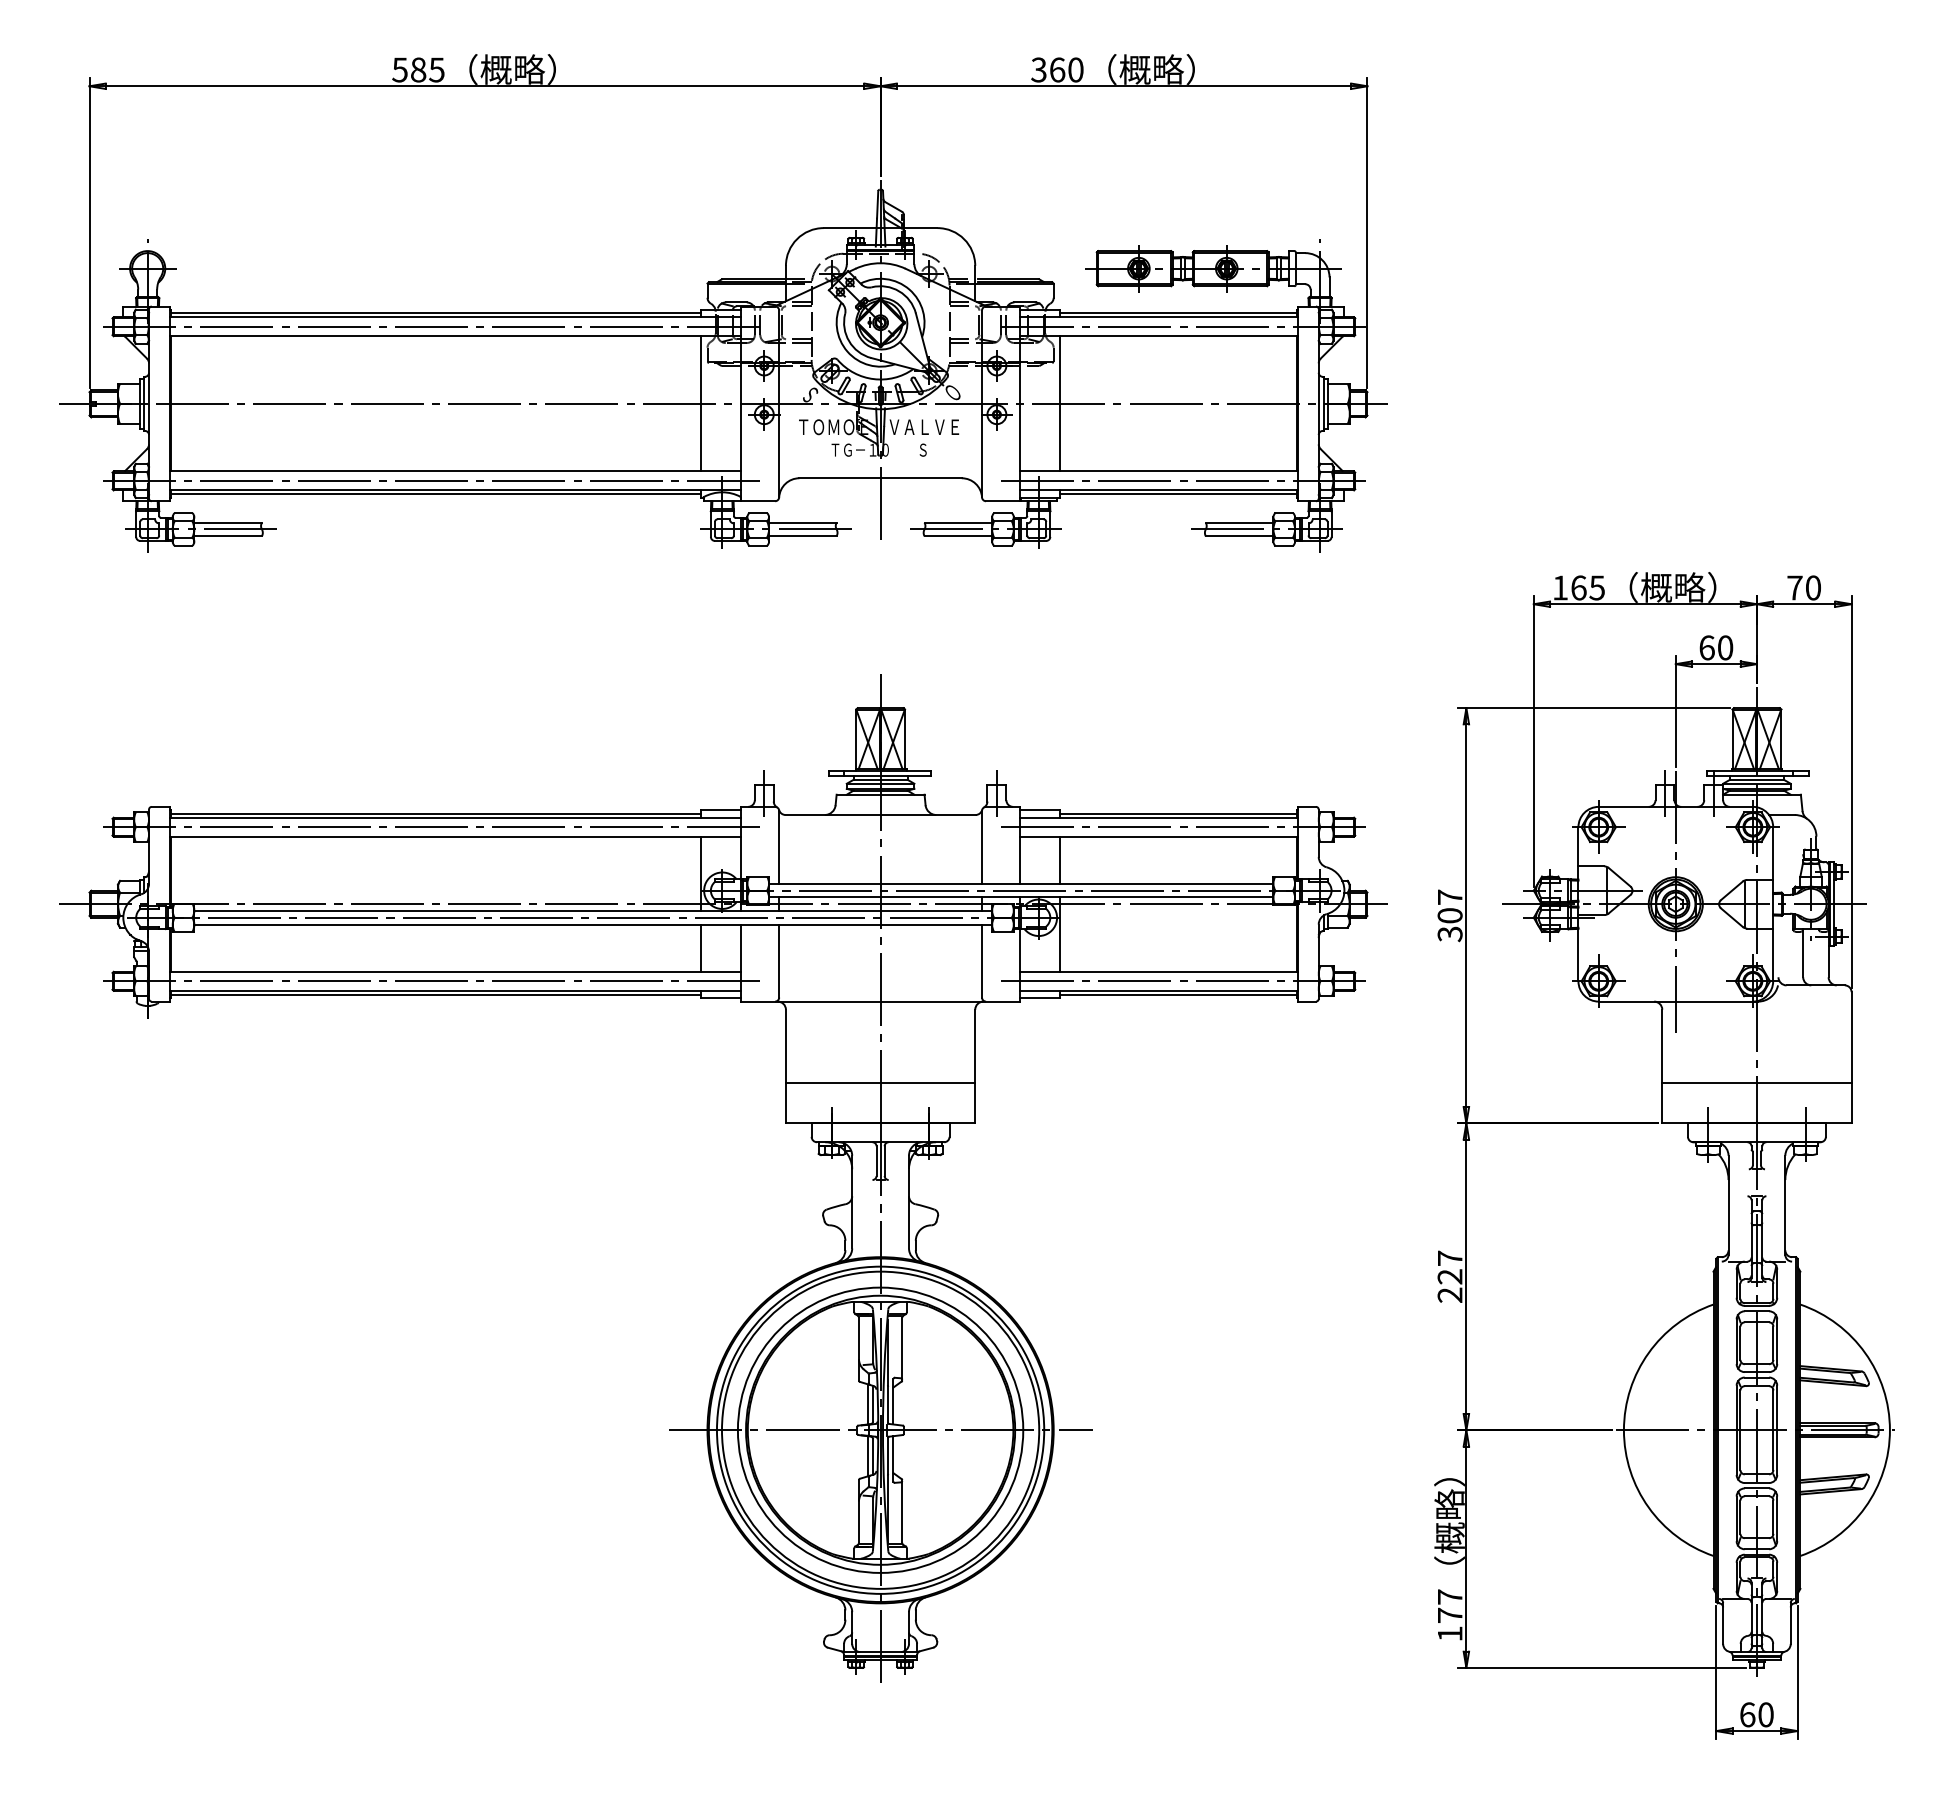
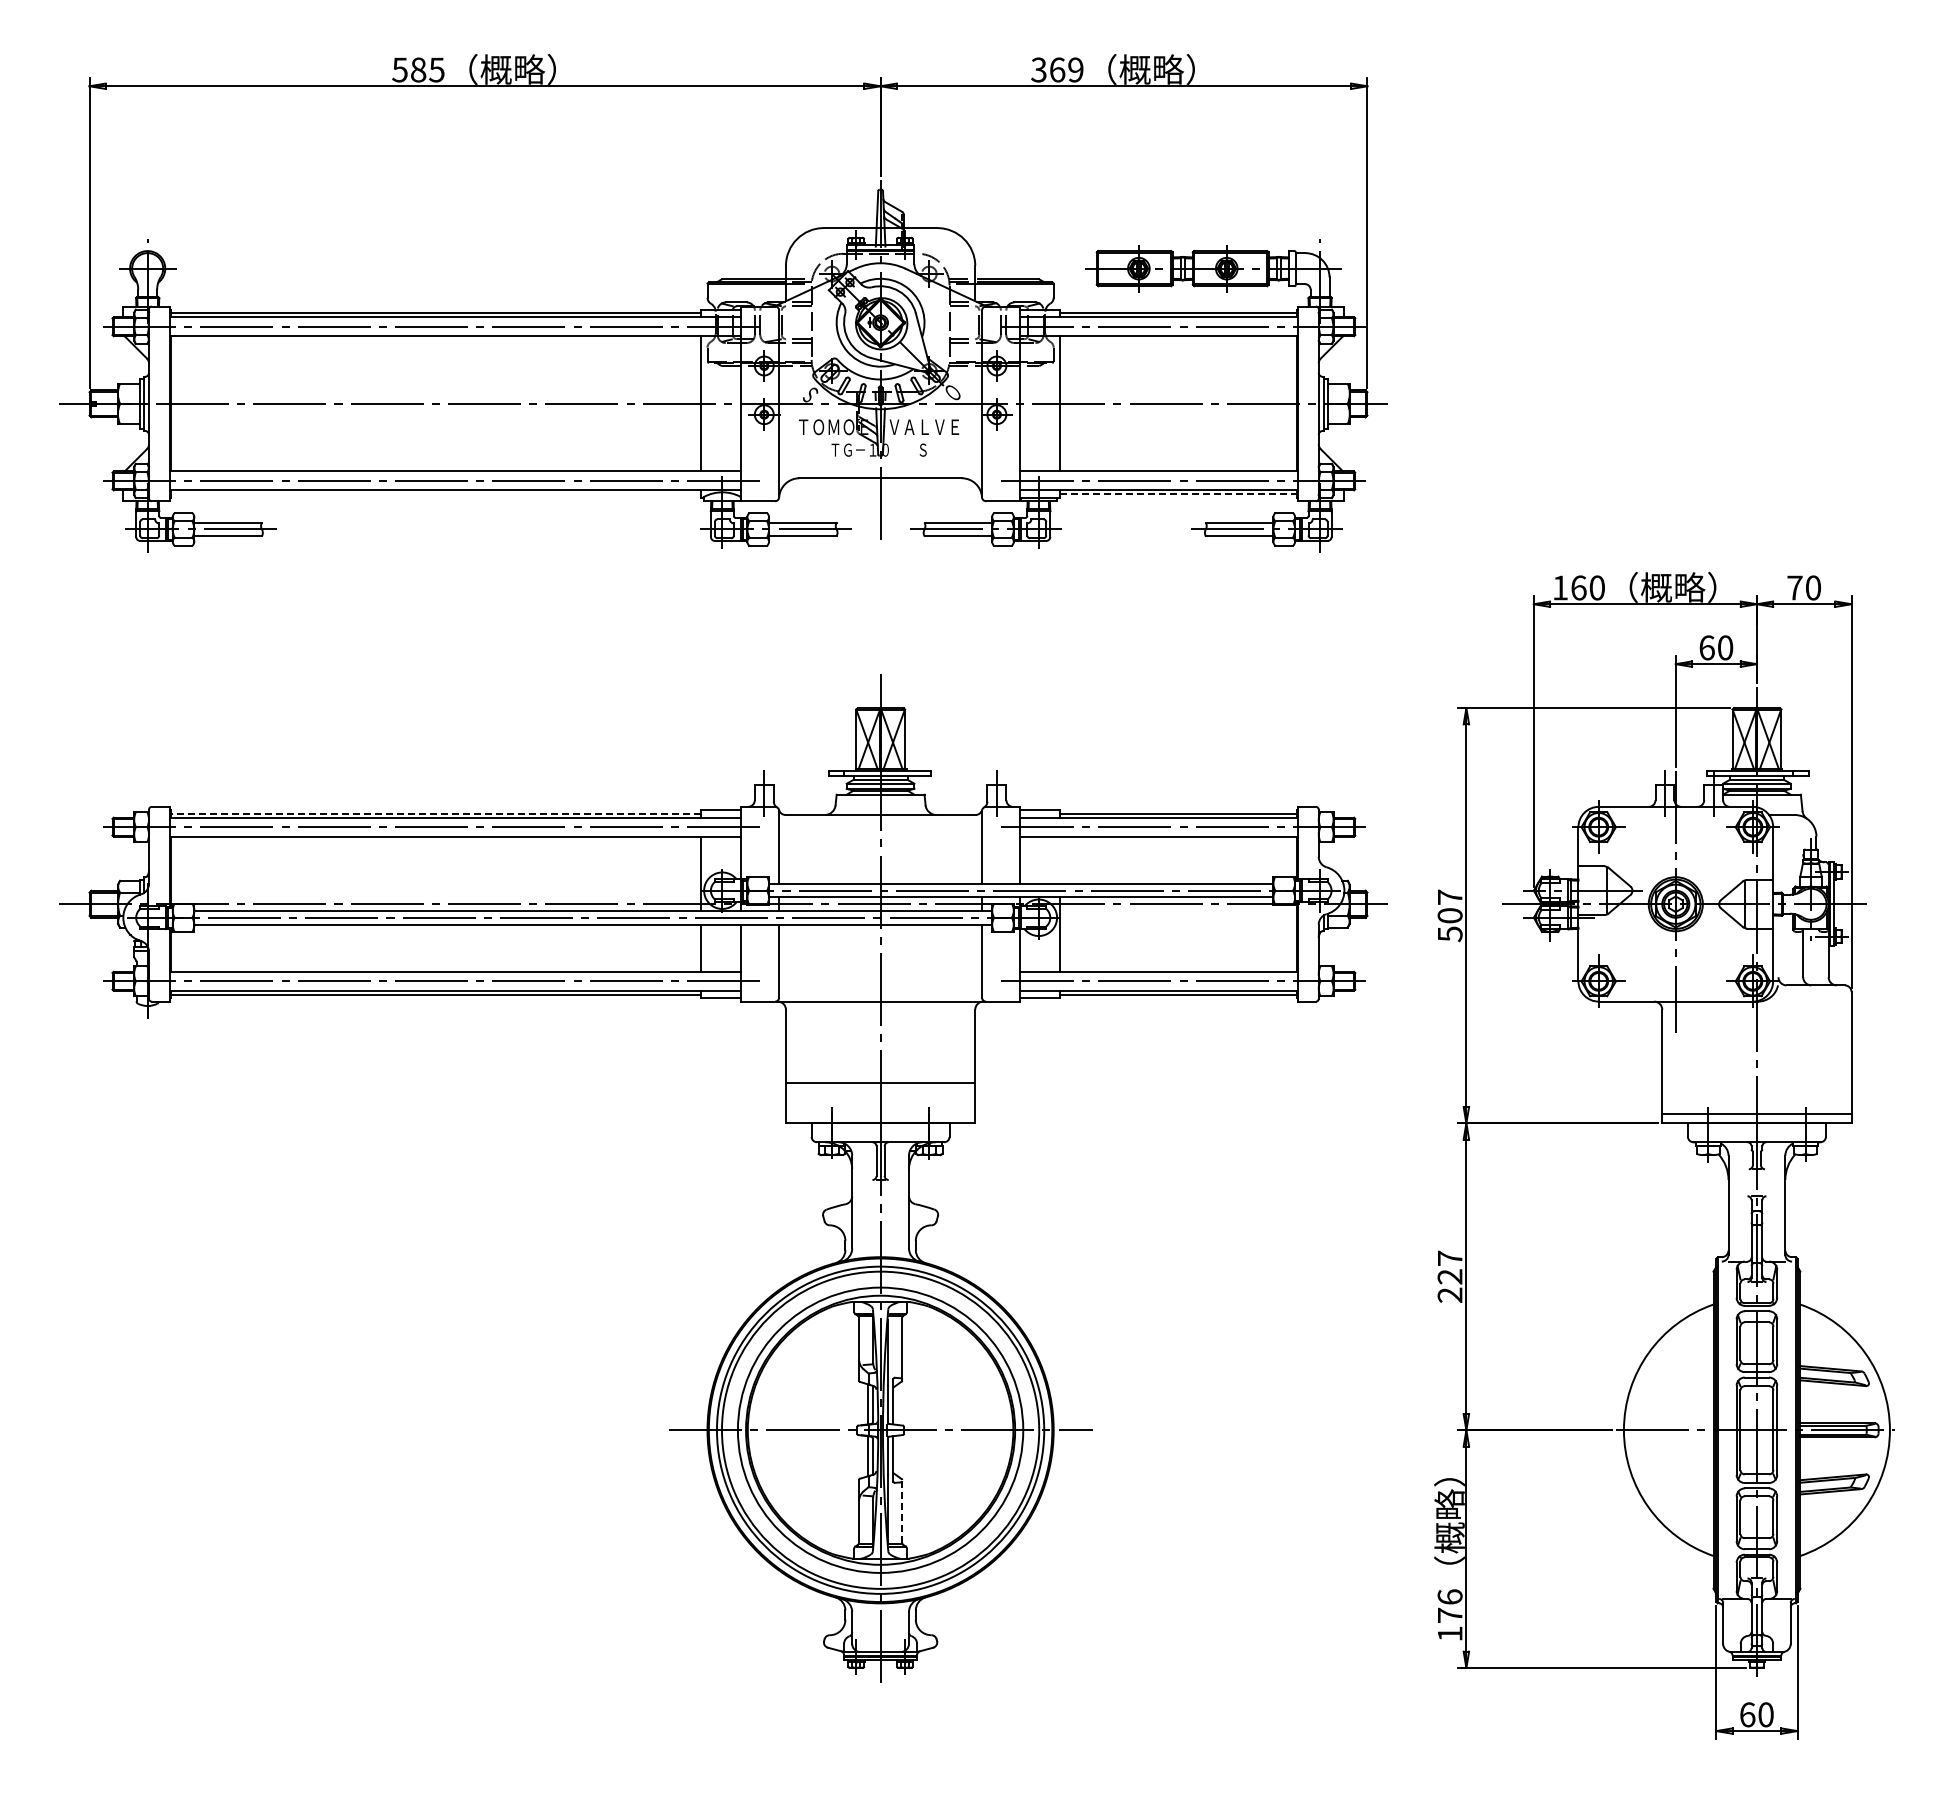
text at (1075, 69): 360 -> 369
line at (435, 494): present -> none
line at (1179, 494): solid -> dashed
text at (1596, 587): 165 -> 160
line at (435, 813): solid -> dashed
line at (1060, 859): present -> none
text at (1449, 933): 307 -> 507
line at (1756, 1082) position: (1756, 1082) -> (1756, 1113)
line at (902, 1510): solid -> dashed
text at (1449, 1596): 177 -> 176
